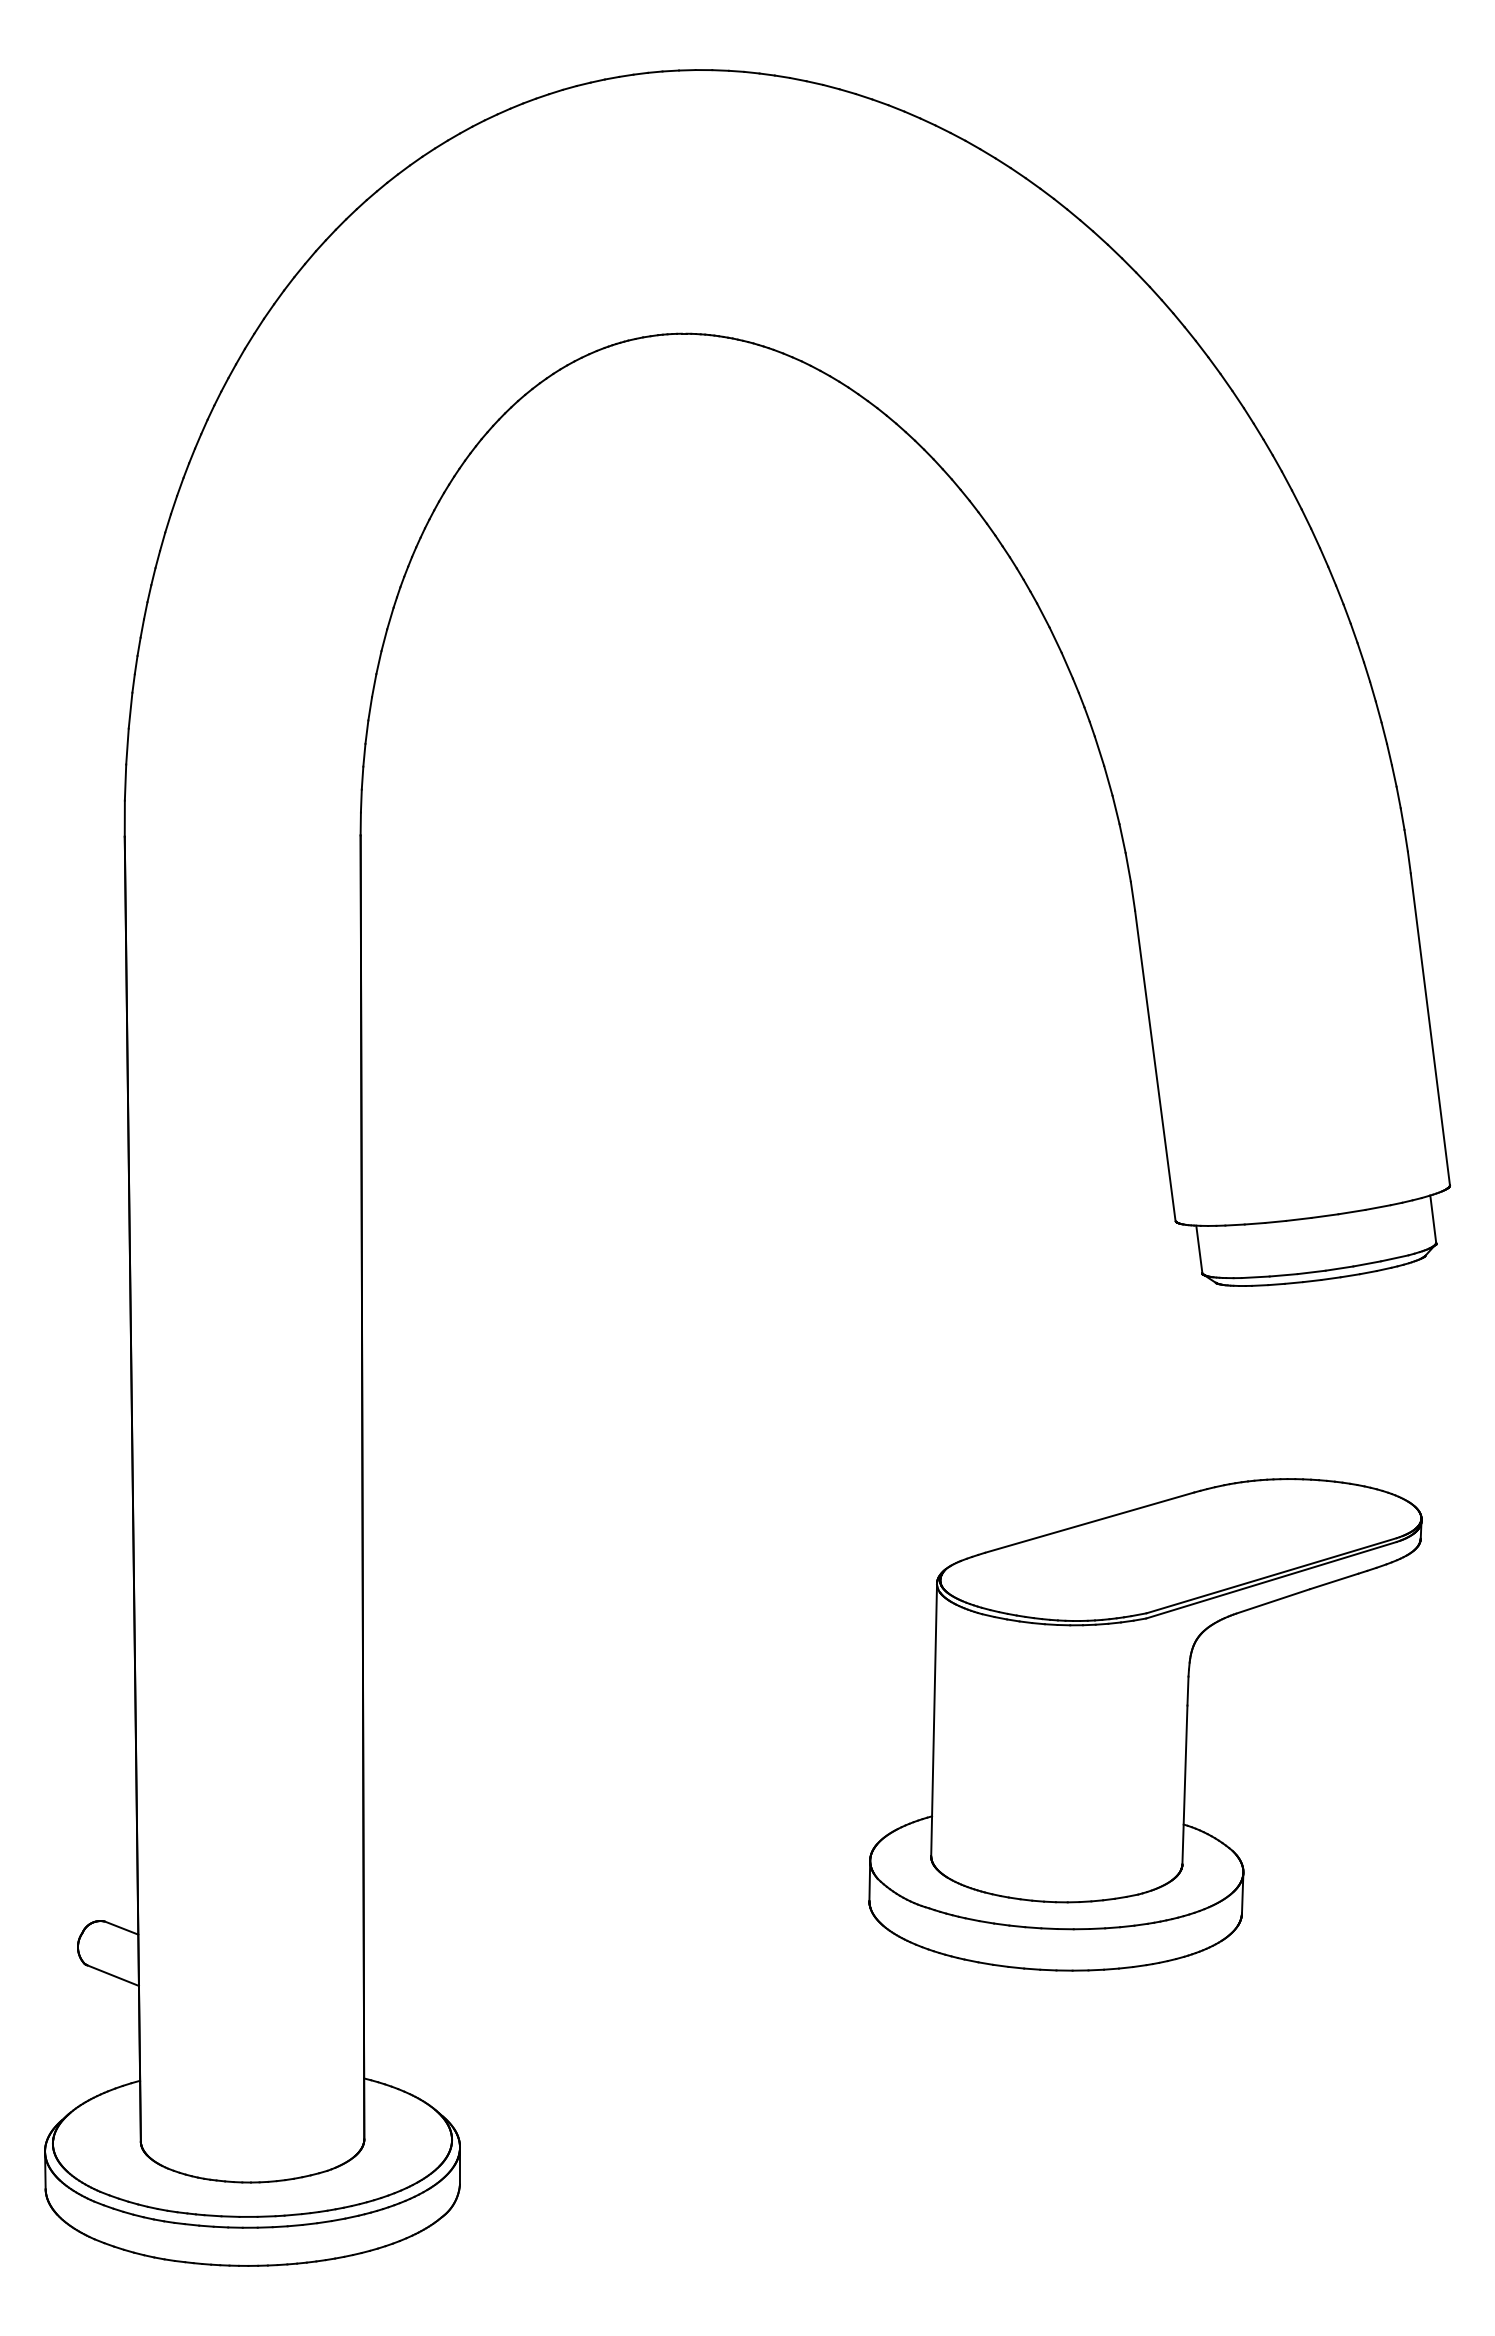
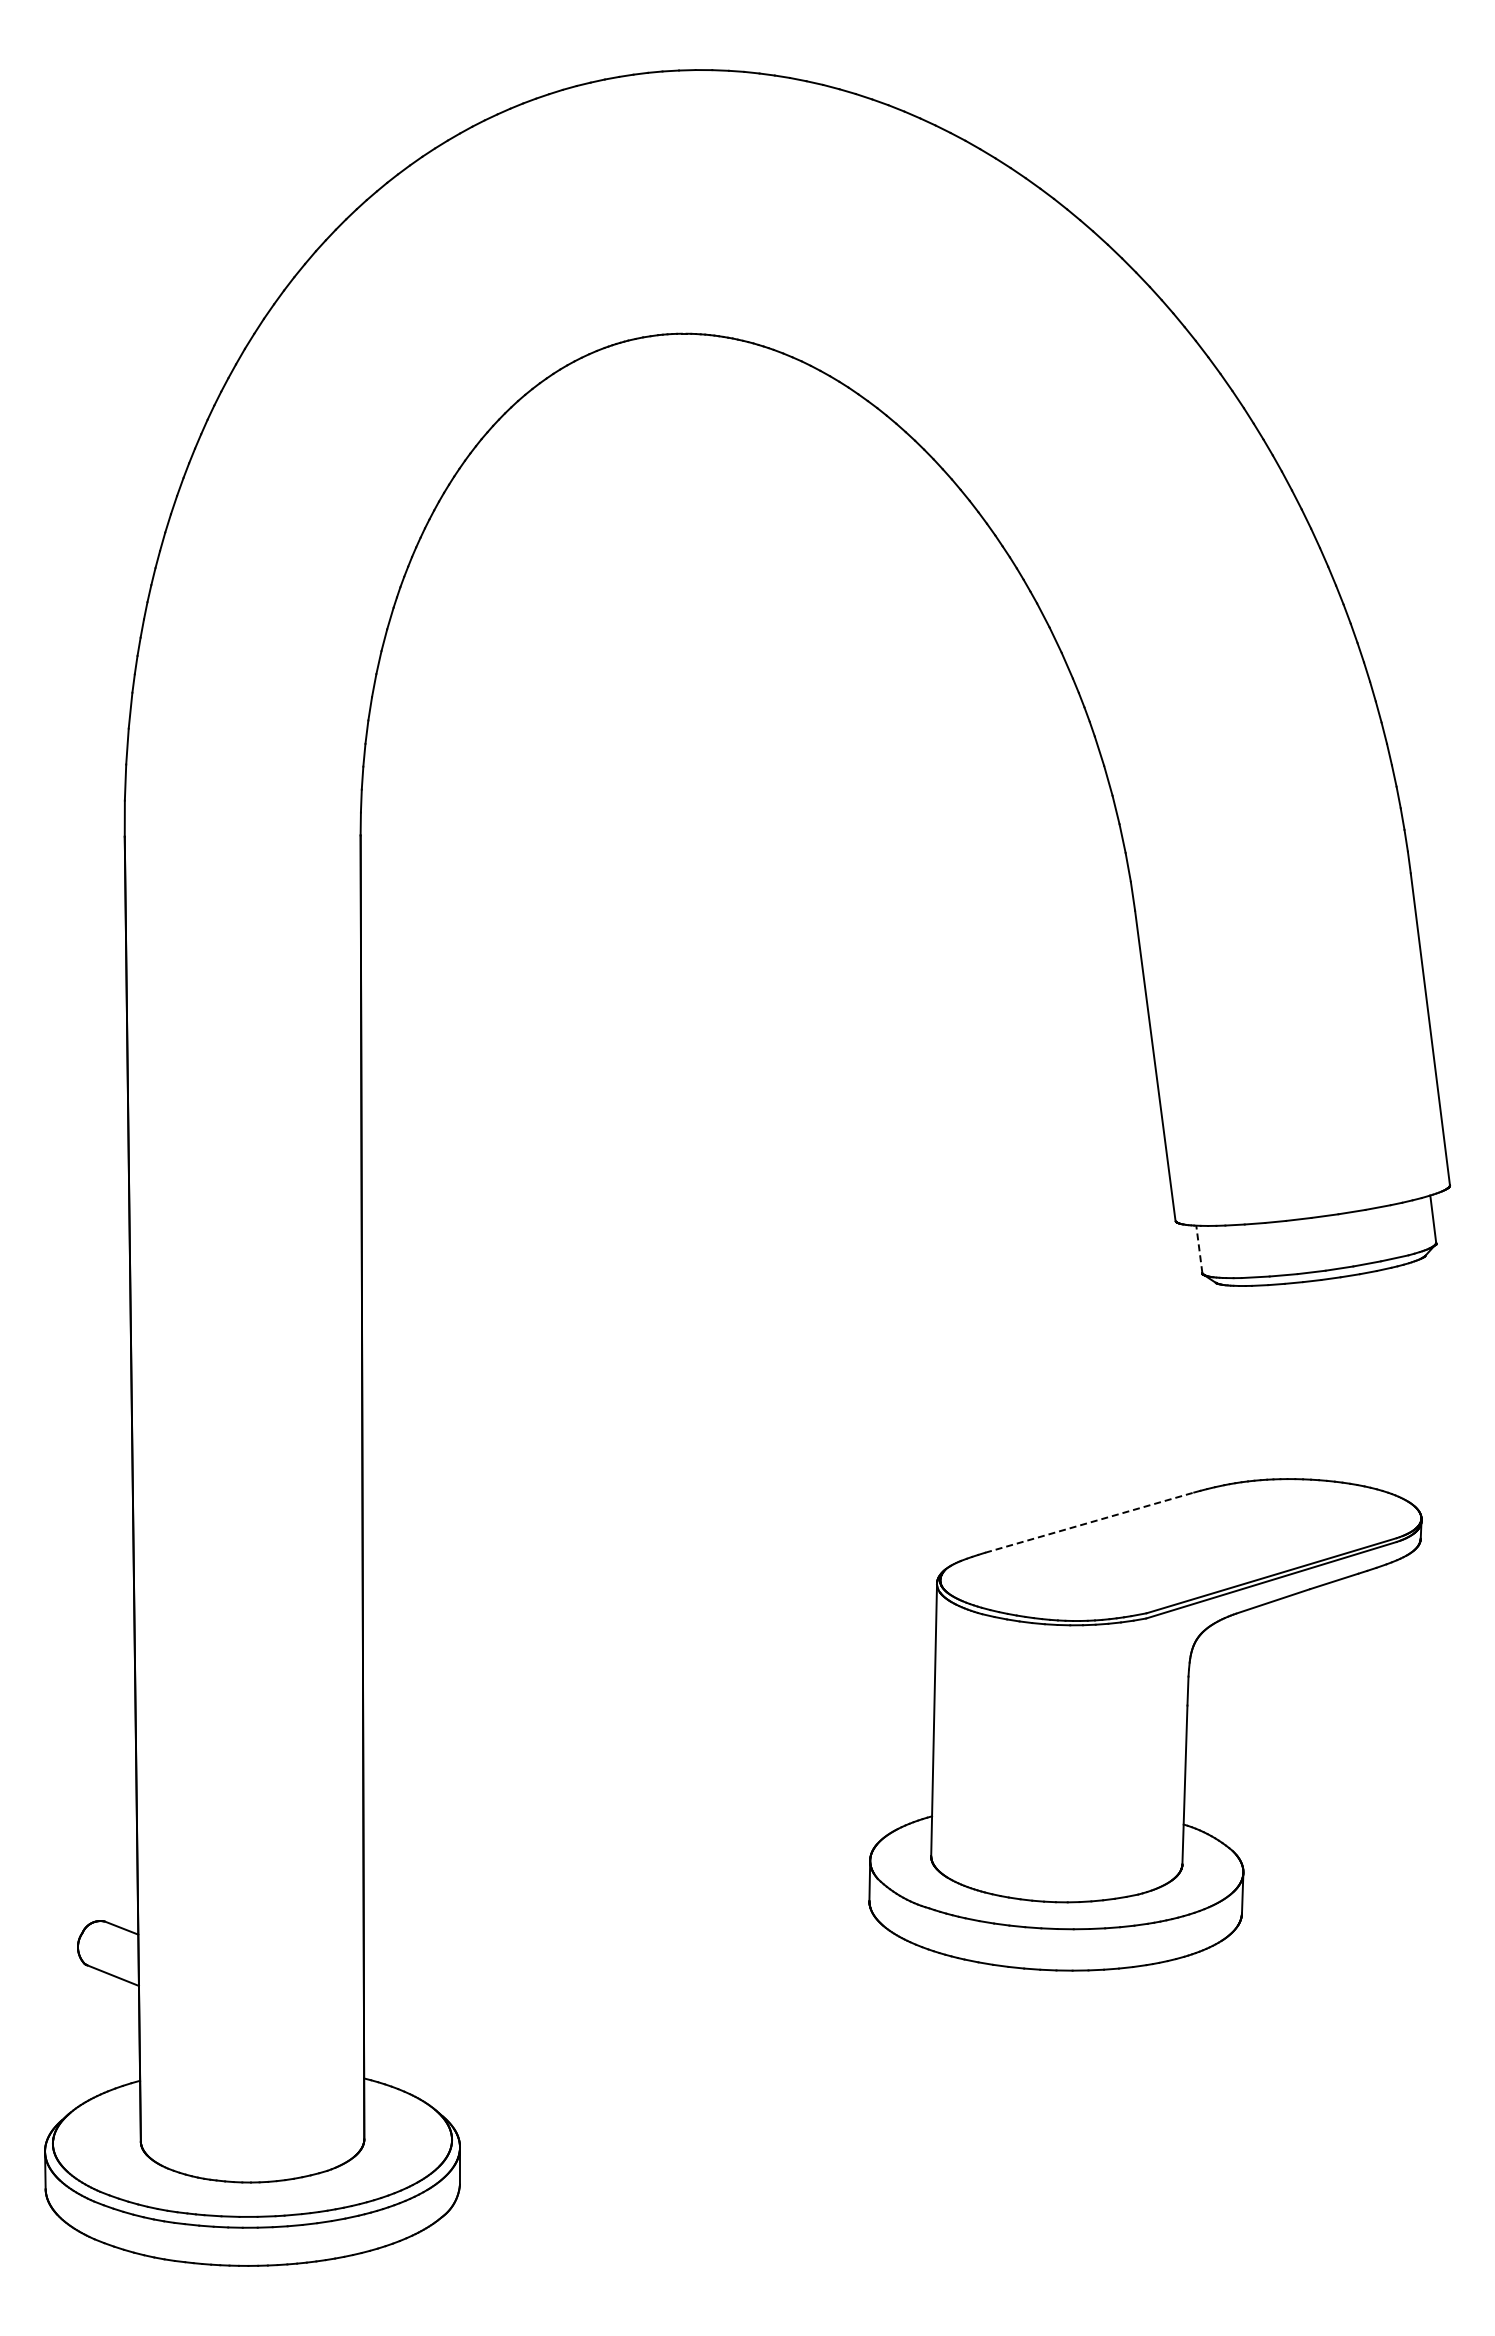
line at (1199, 1249): solid -> dashed
line at (1089, 1522): solid -> dashed
